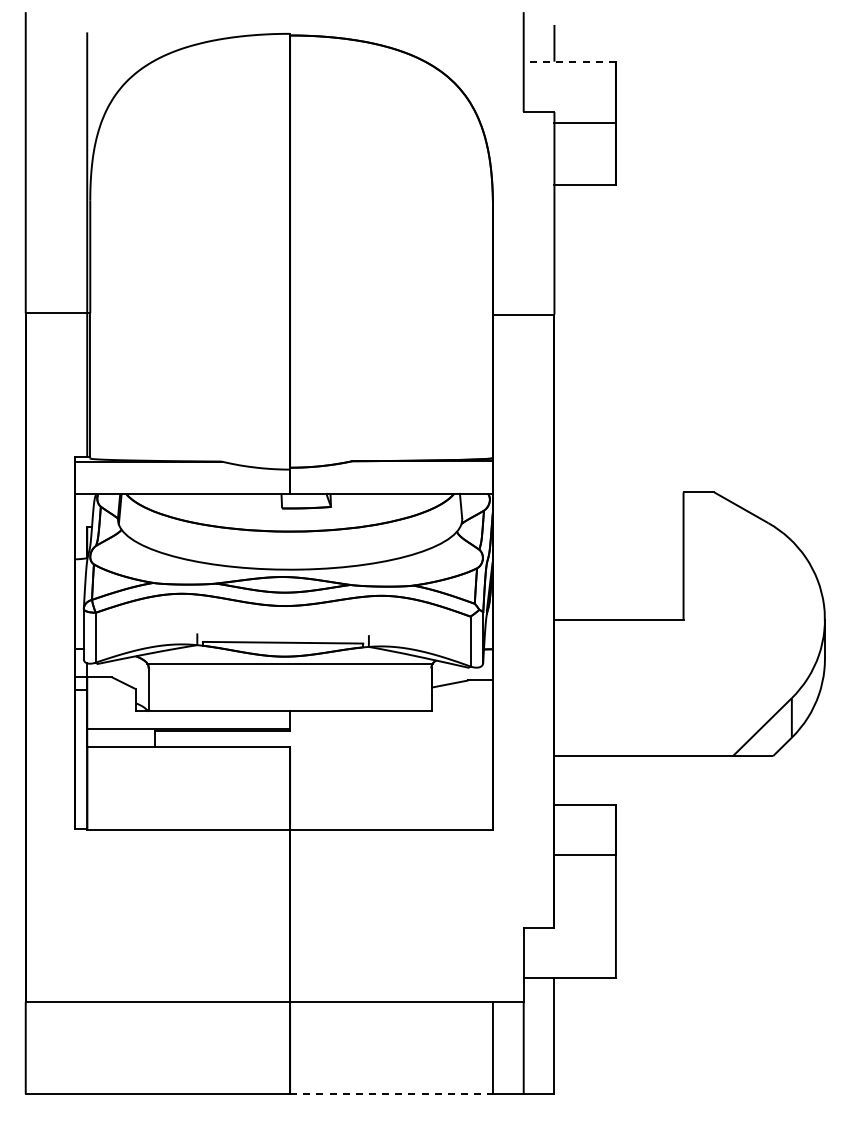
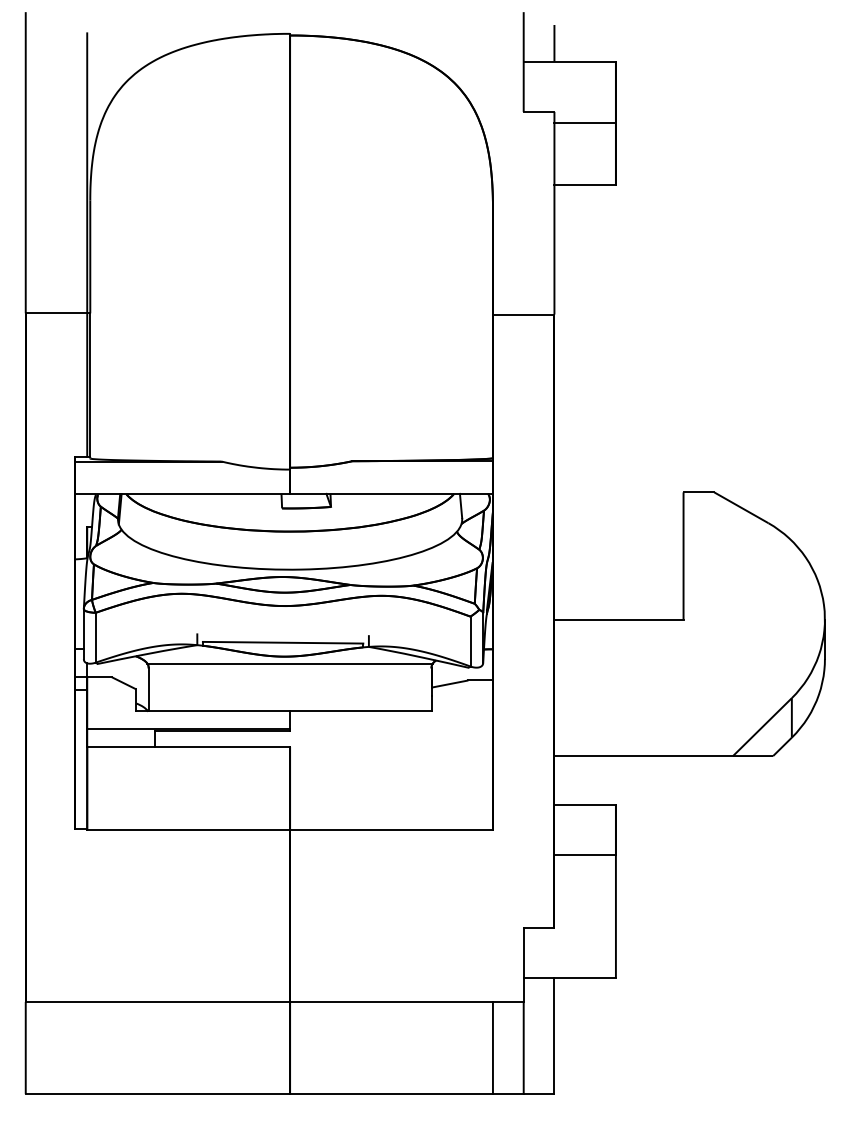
line at (569, 61): dashed -> solid
line at (392, 1094): dashed -> solid
